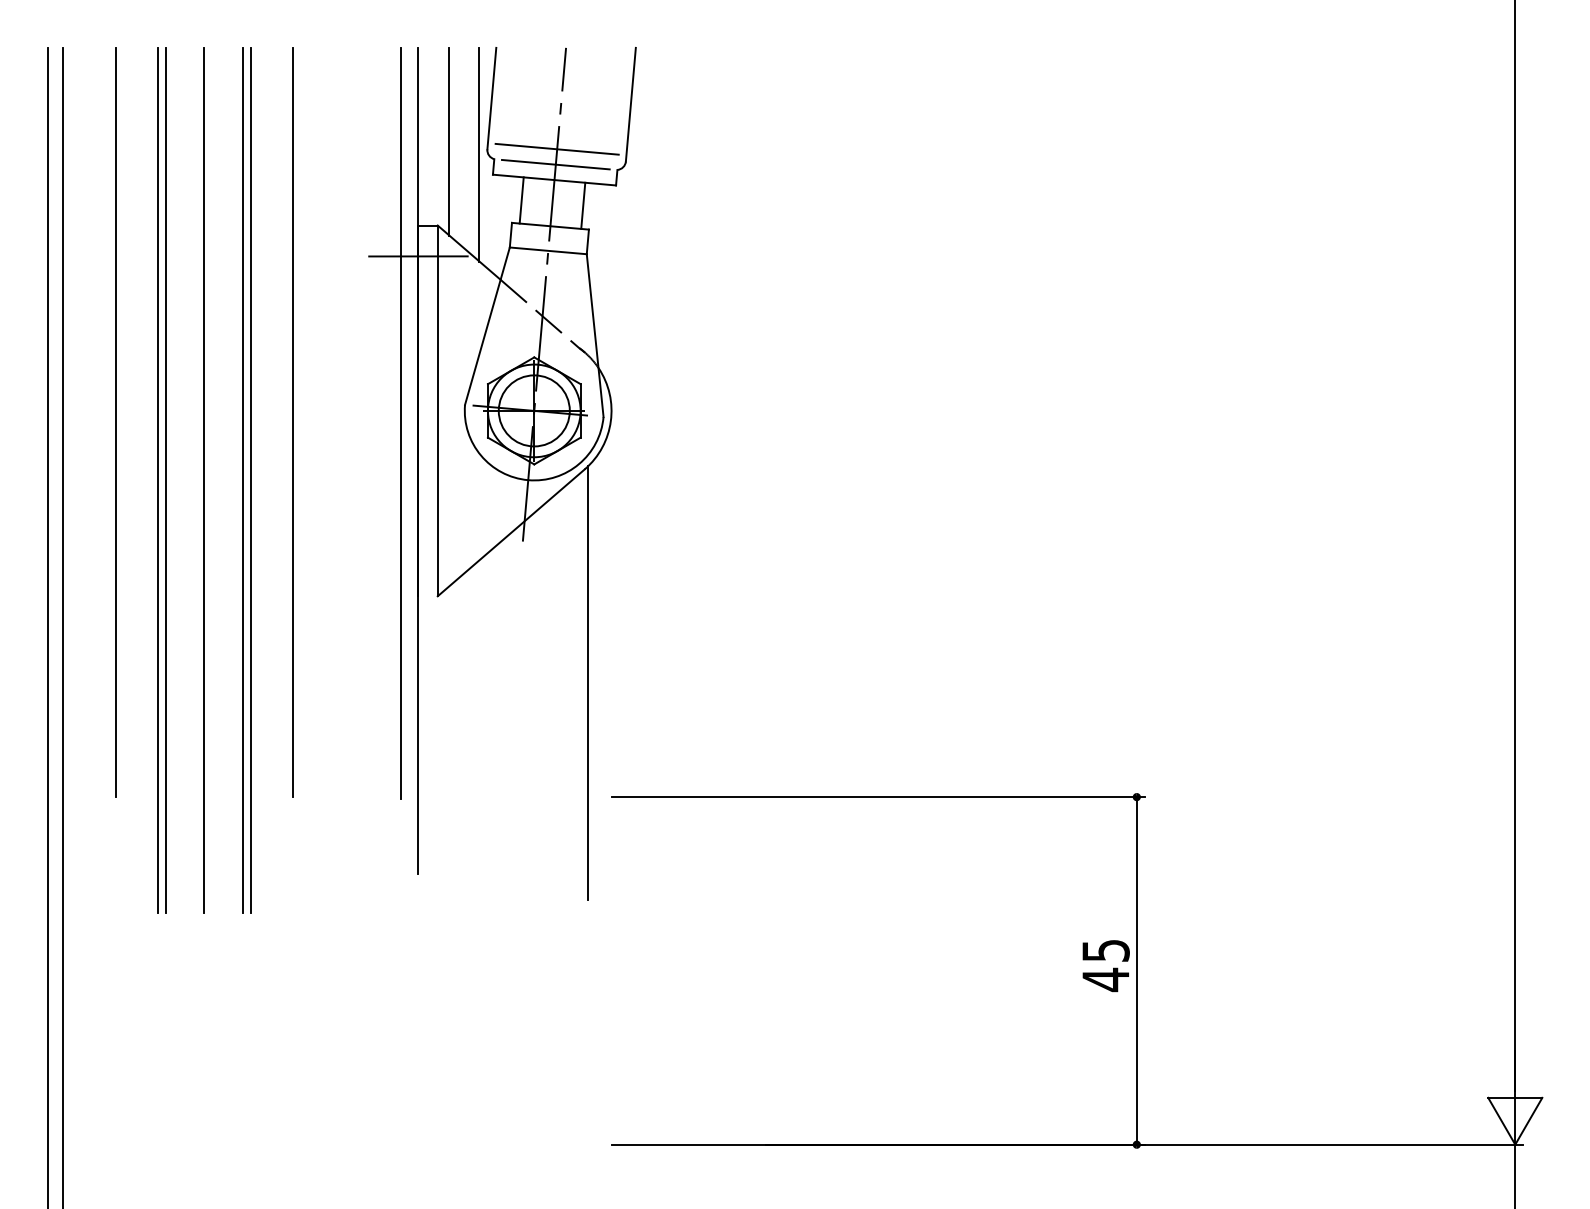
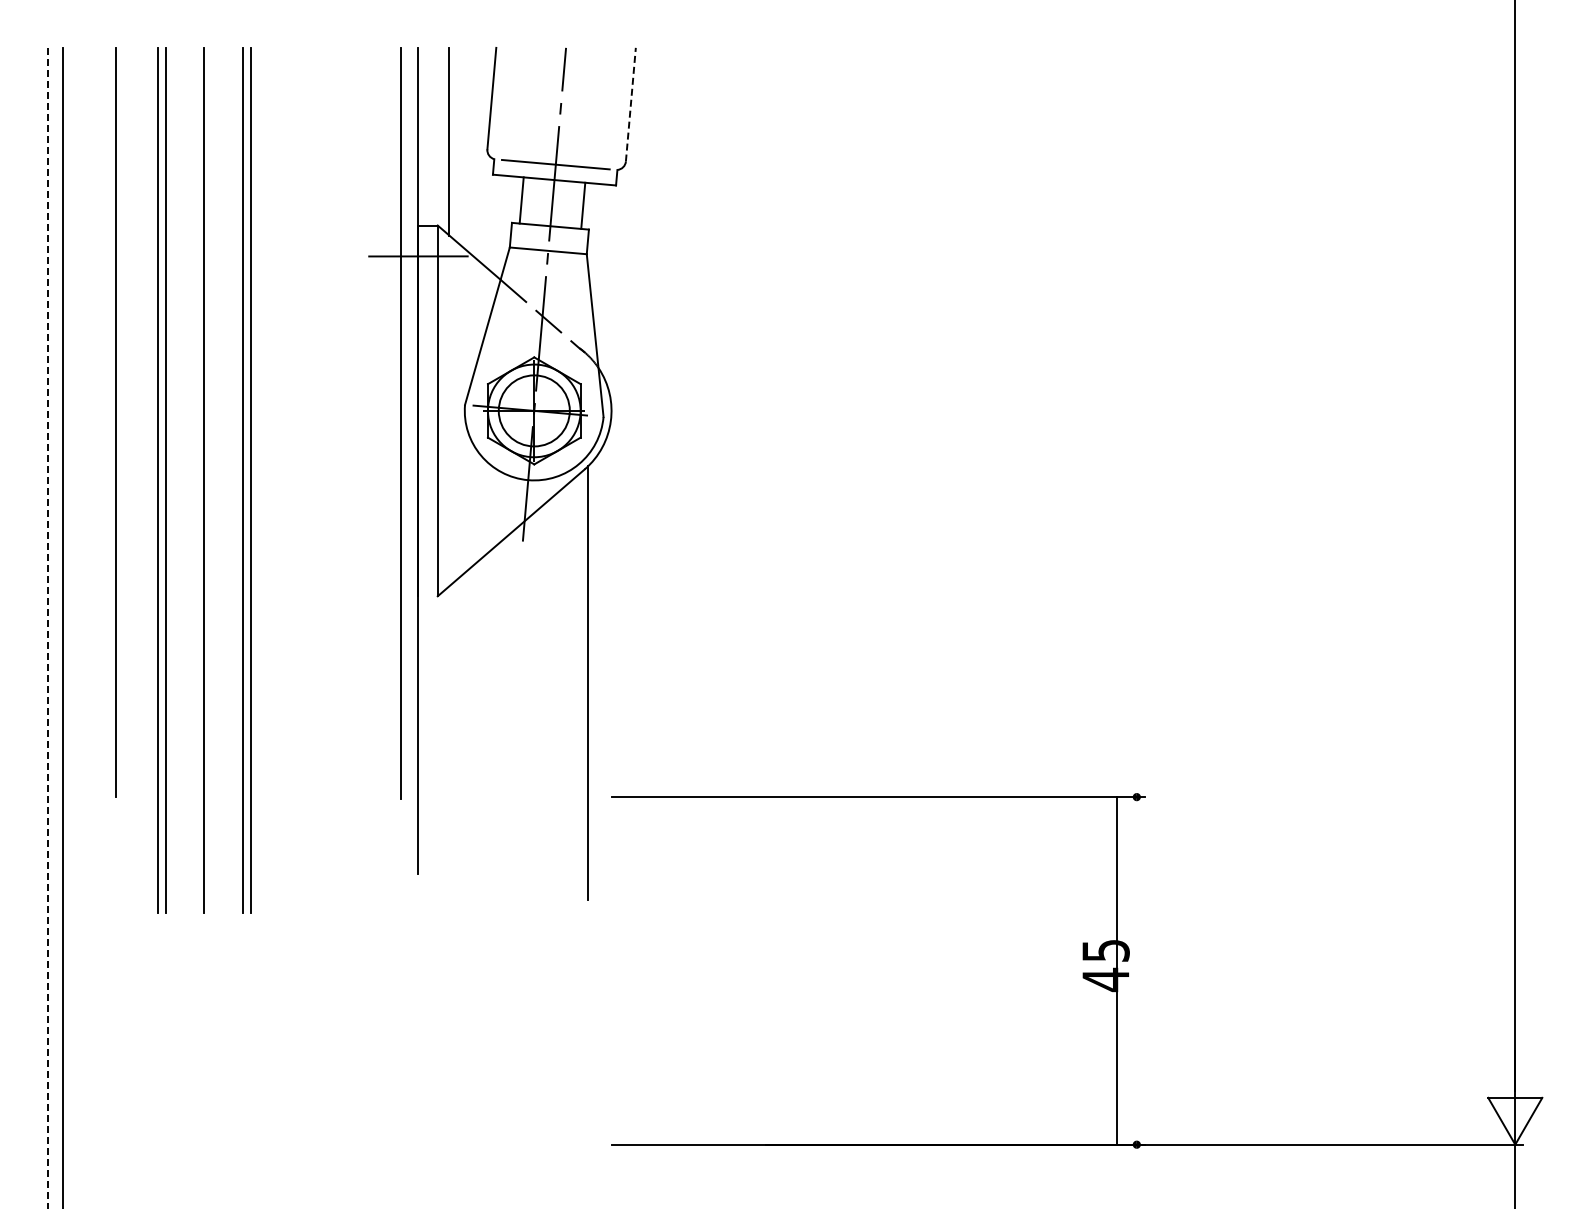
line at (630, 104): solid -> dashed
line at (556, 148): present -> none
line at (479, 154): present -> none
line at (293, 422): present -> none
line at (47, 628): solid -> dashed
line at (1136, 970) position: (1136, 970) -> (1116, 970)
